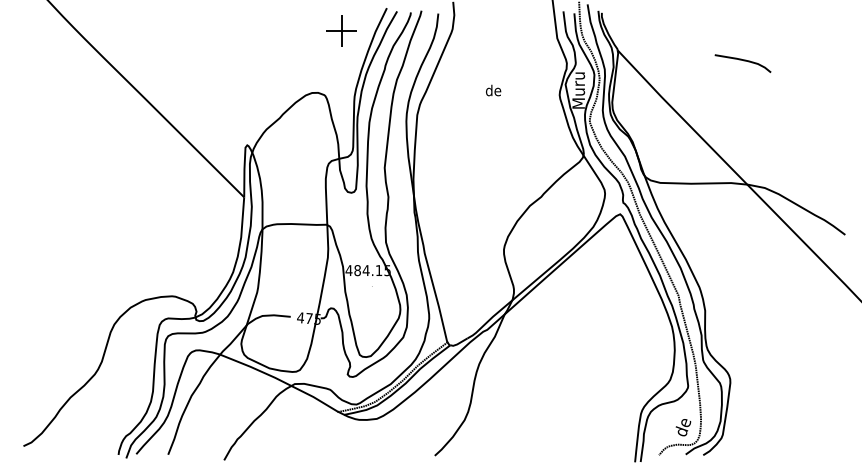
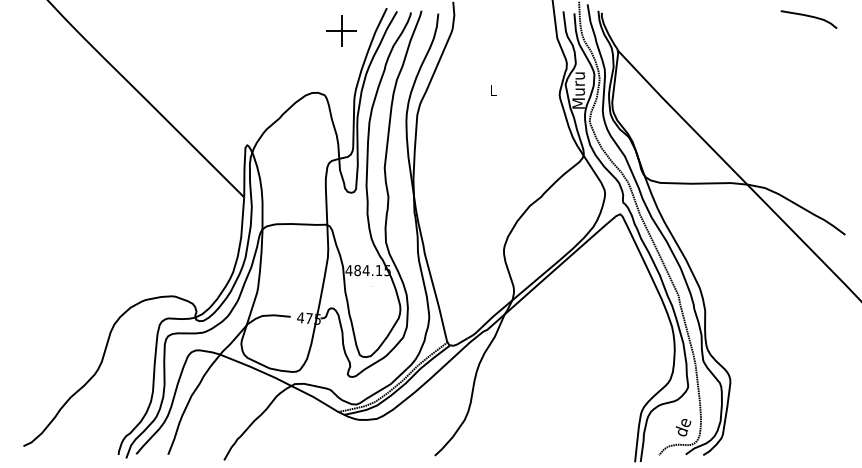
curve at (743, 61) position: (743, 61) -> (809, 17)
text at (493, 90): de -> L
